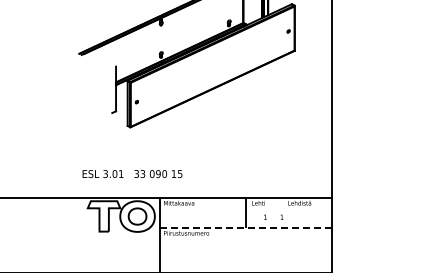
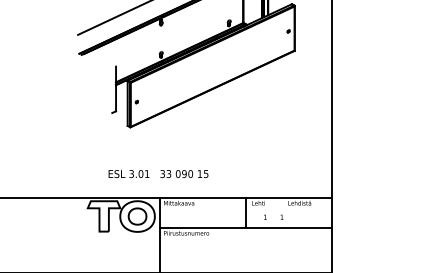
line at (113, 18): none -> present
text at (132, 174) position: (132, 174) -> (158, 174)
line at (246, 227): dashed -> solid
